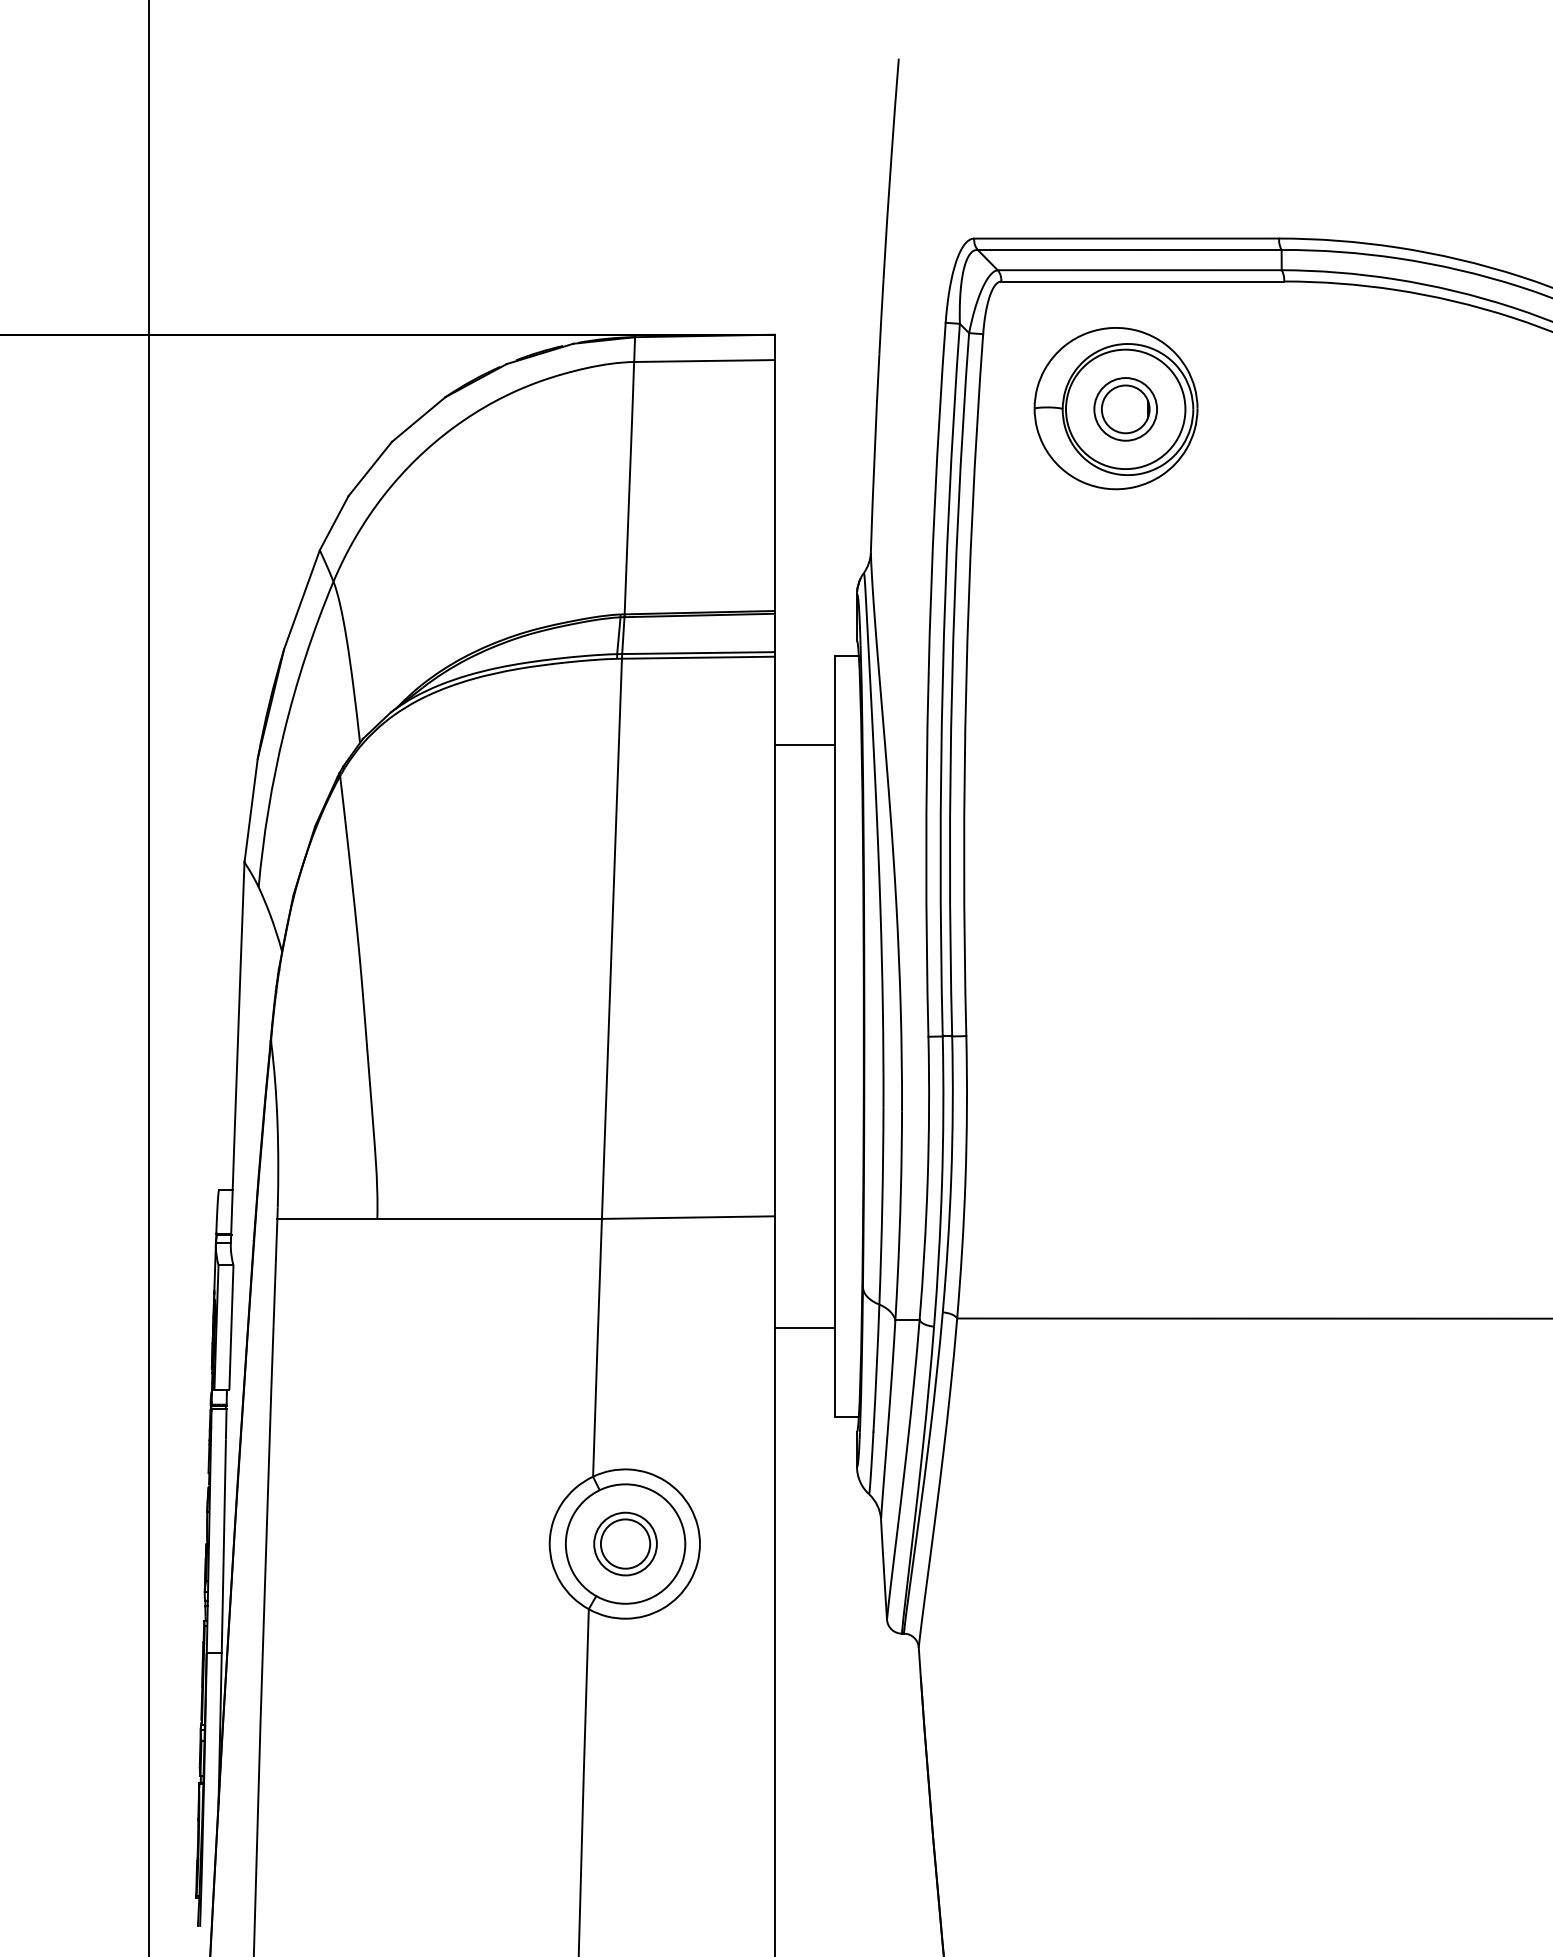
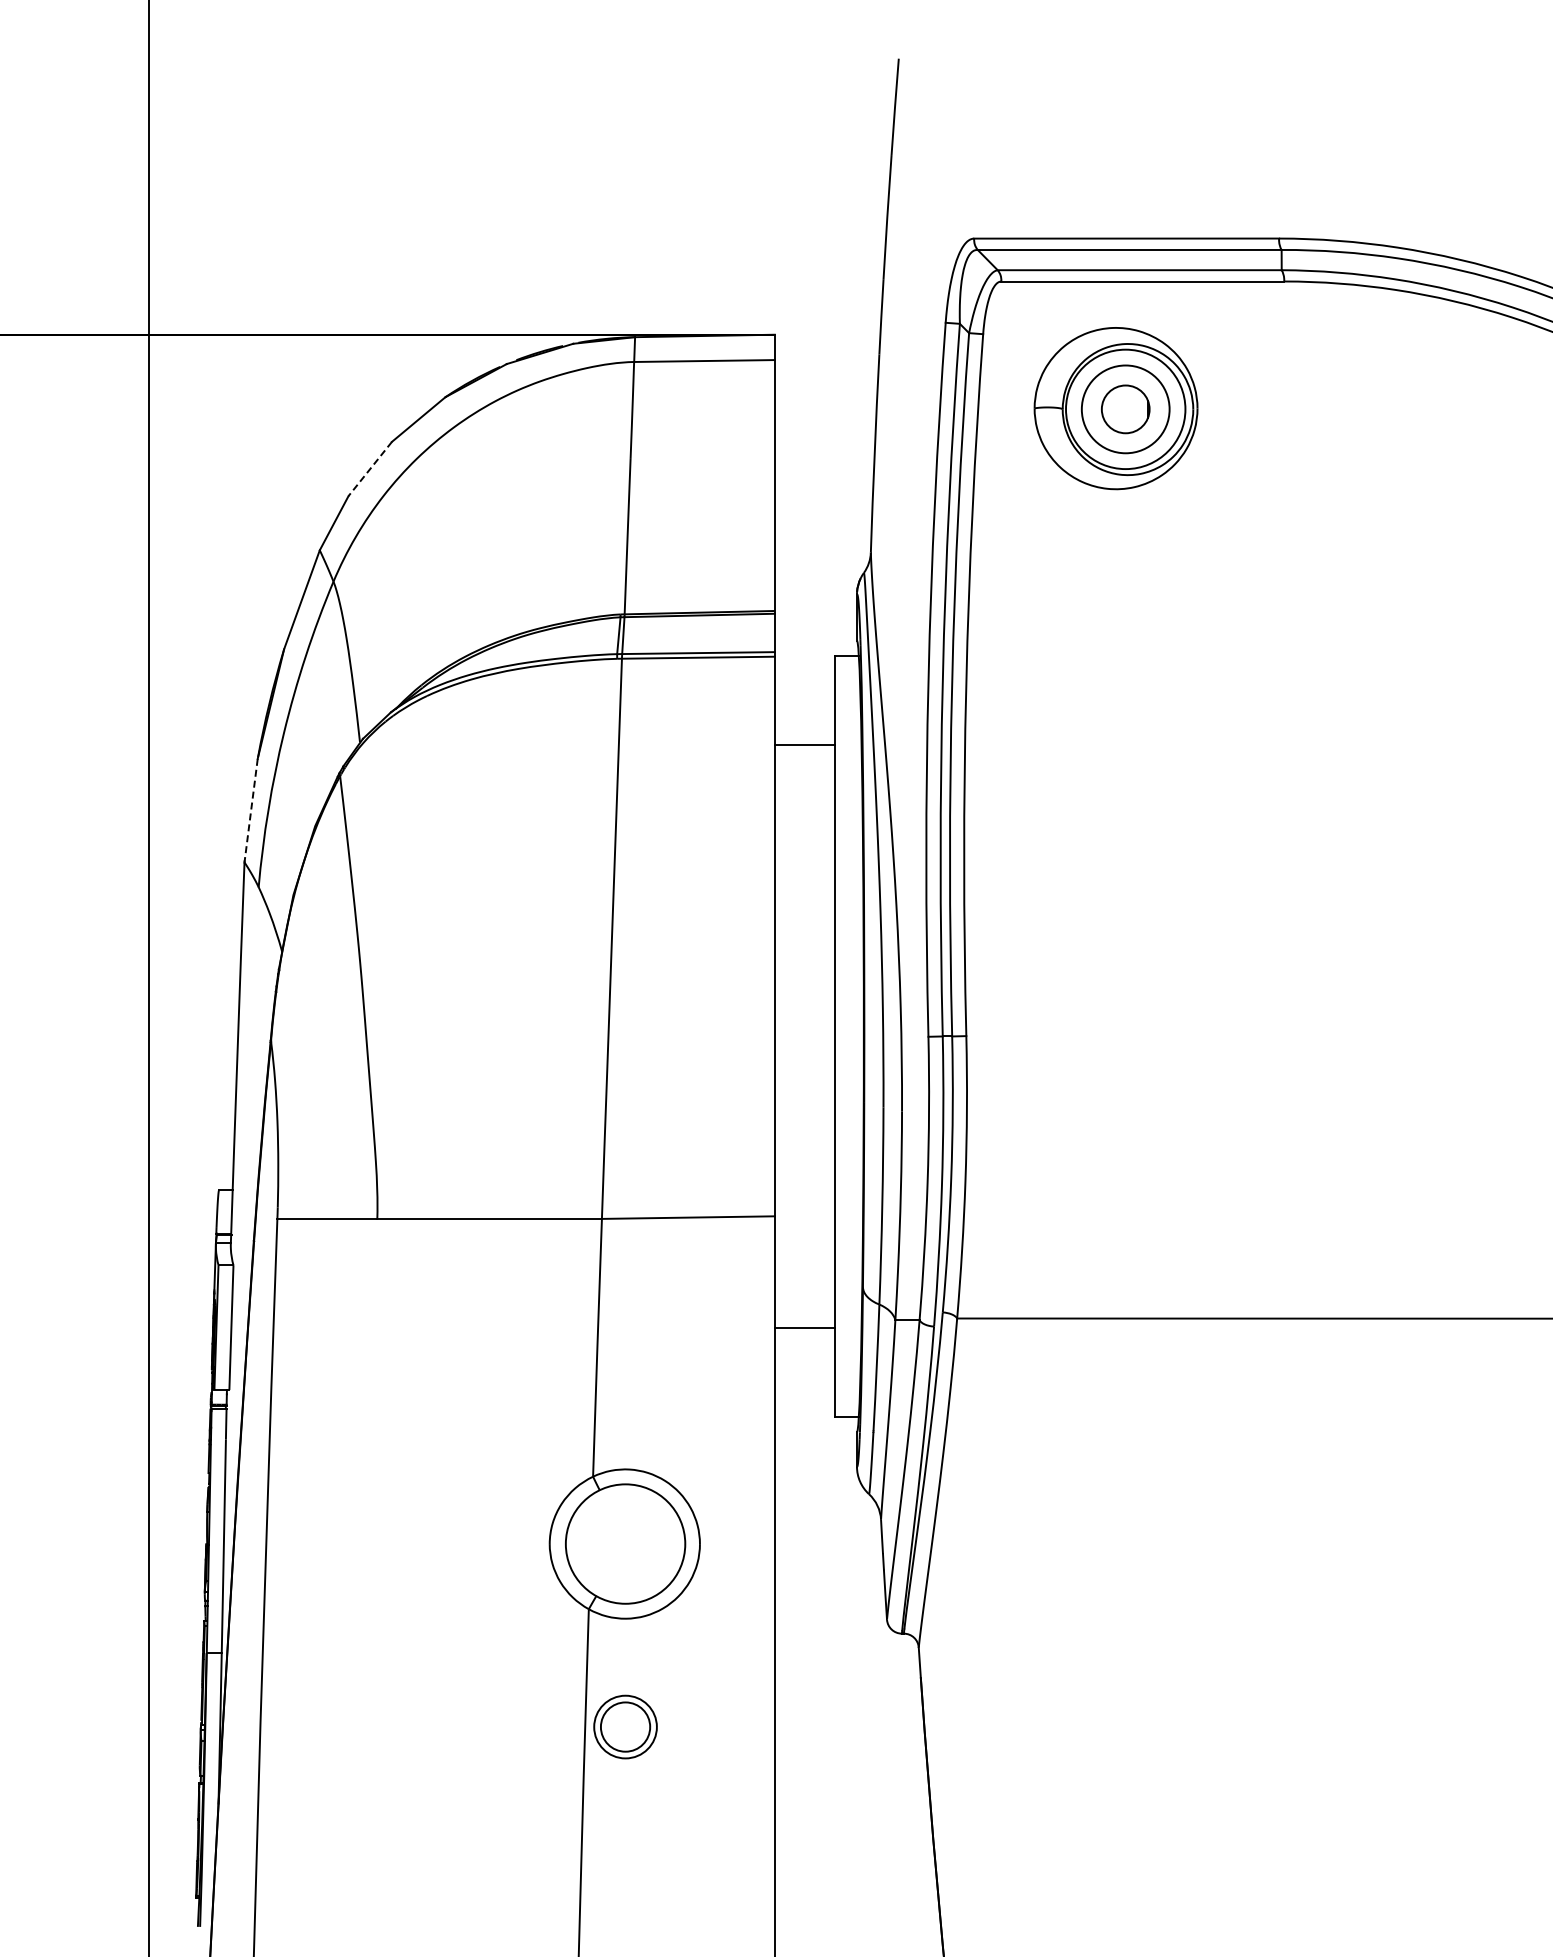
circle at (1125, 409) diameter: 63 px -> 88 px
line at (370, 468): solid -> dashed
line at (251, 811): solid -> dashed
part at (625, 1543) position: (625, 1543) -> (625, 1726)
